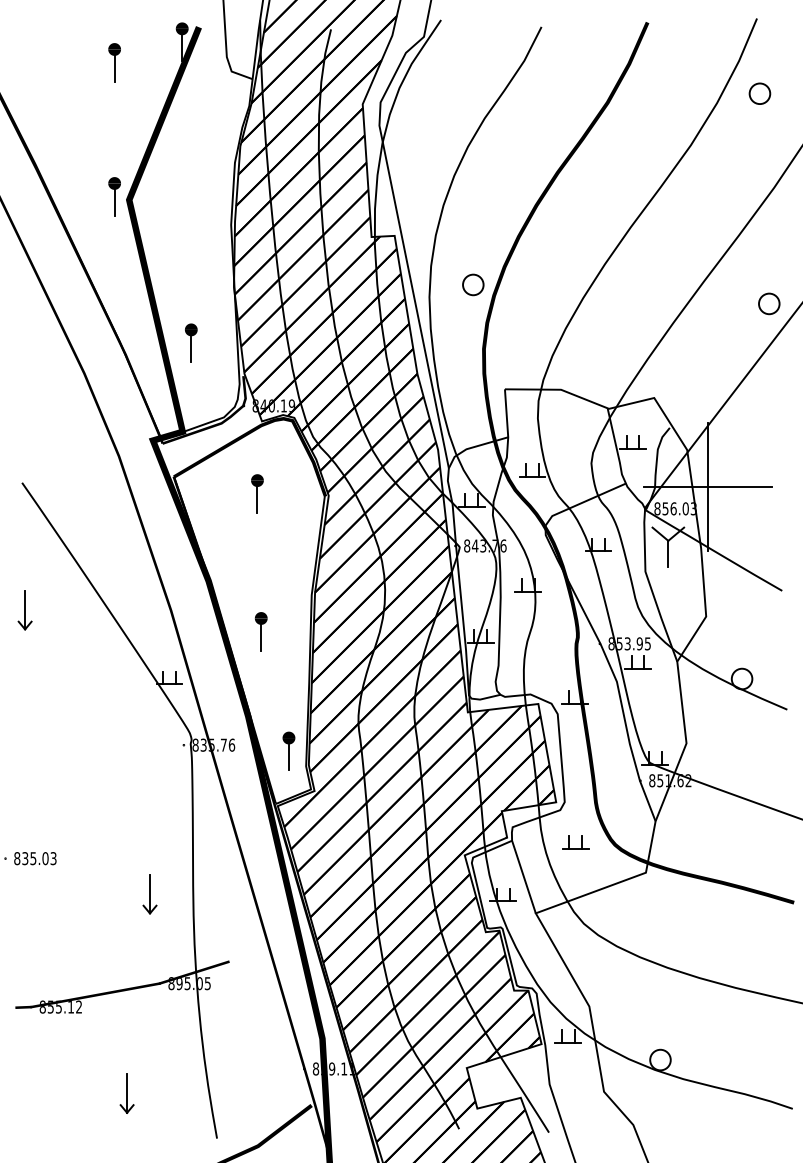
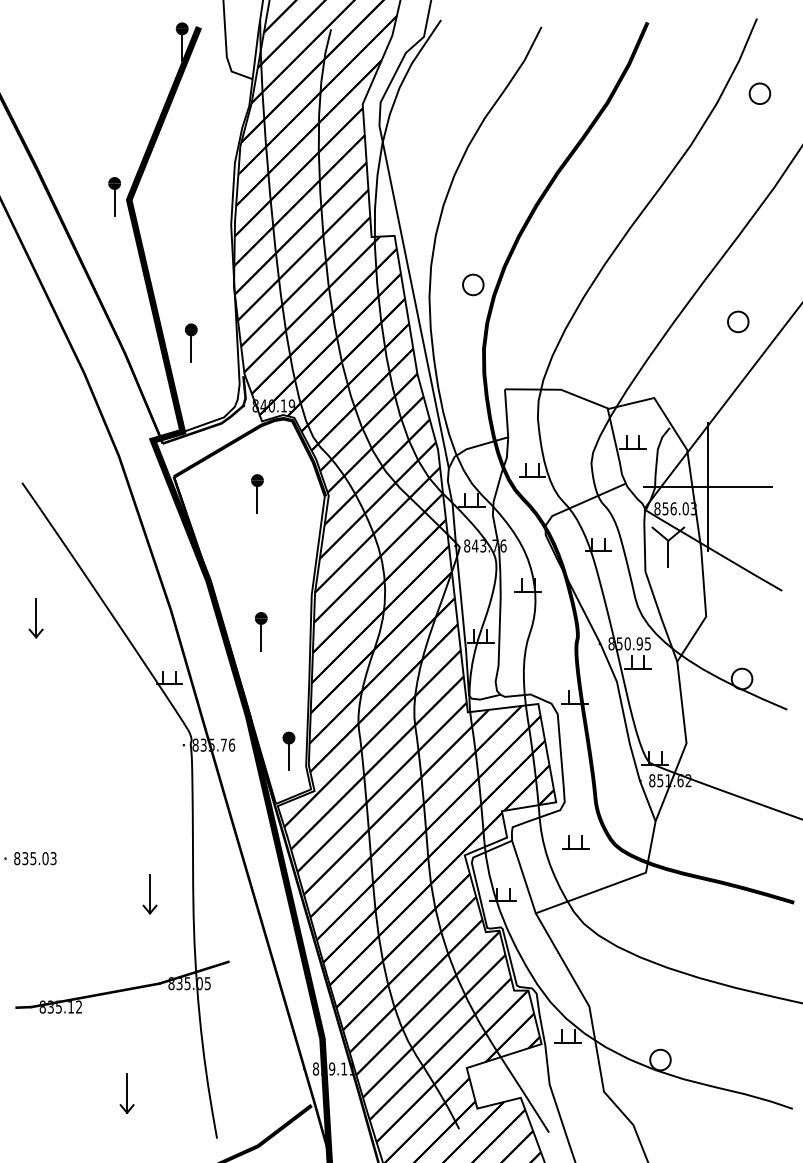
part at (114, 62): present -> none
part at (769, 303) position: (769, 303) -> (738, 321)
part at (24, 610) position: (24, 610) -> (35, 618)
text at (627, 643): 853.95 -> 850.95
text at (179, 983): 895.05 -> 835.05
text at (50, 1006): 855.12 -> 835.12
